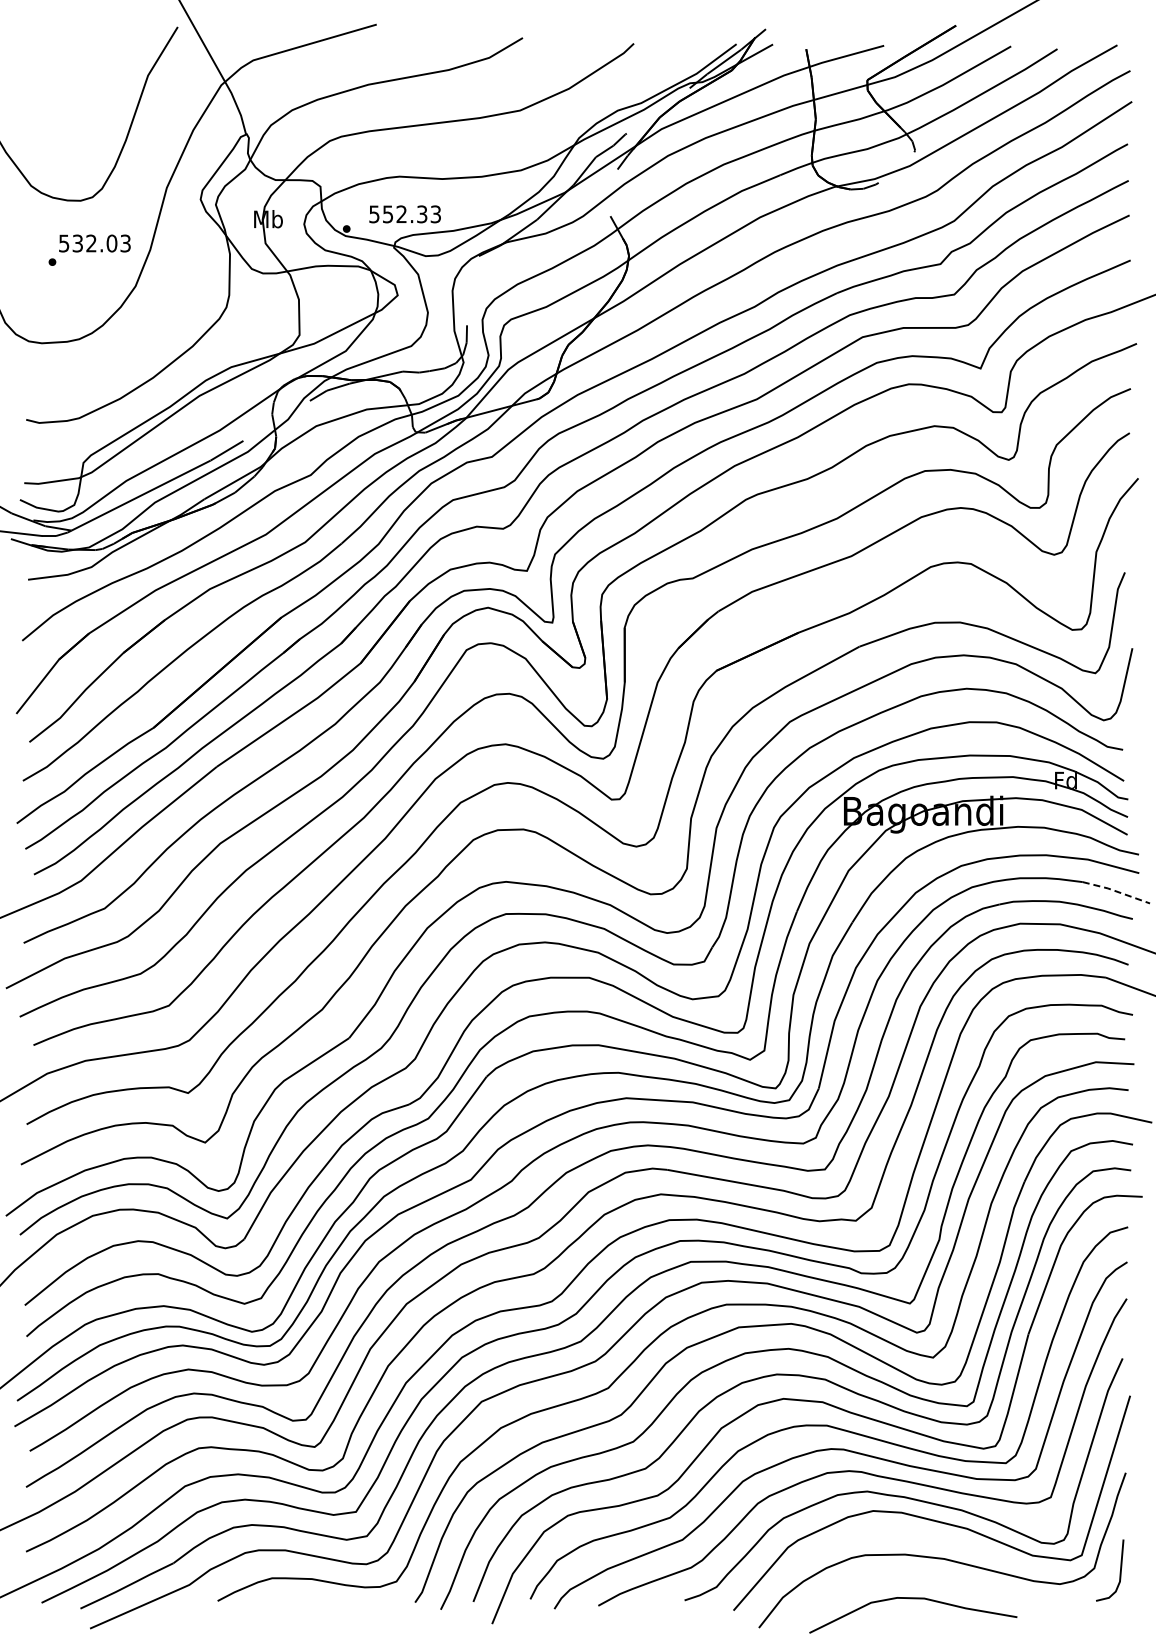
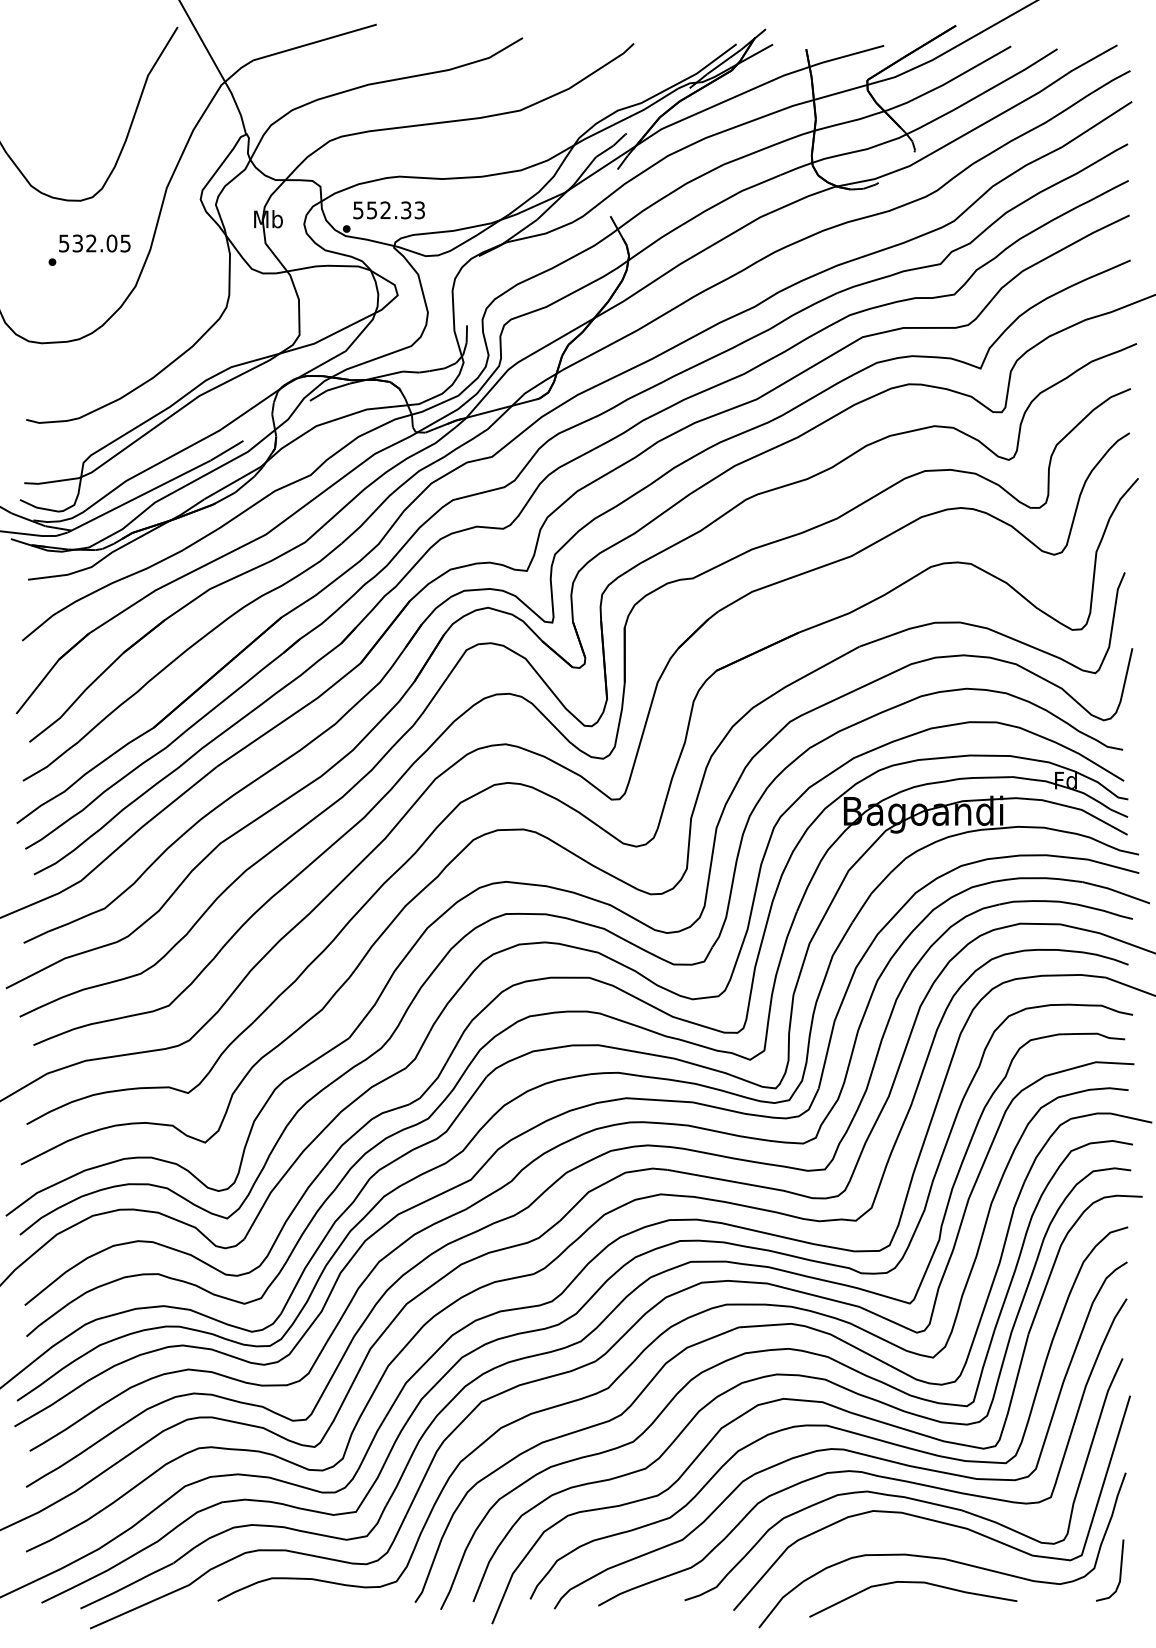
text at (404, 214) position: (404, 214) -> (388, 210)
text at (125, 242): 532.03 -> 532.05
line at (1116, 891): dashed -> solid
curve at (913, 1599) position: (913, 1599) -> (913, 1583)
